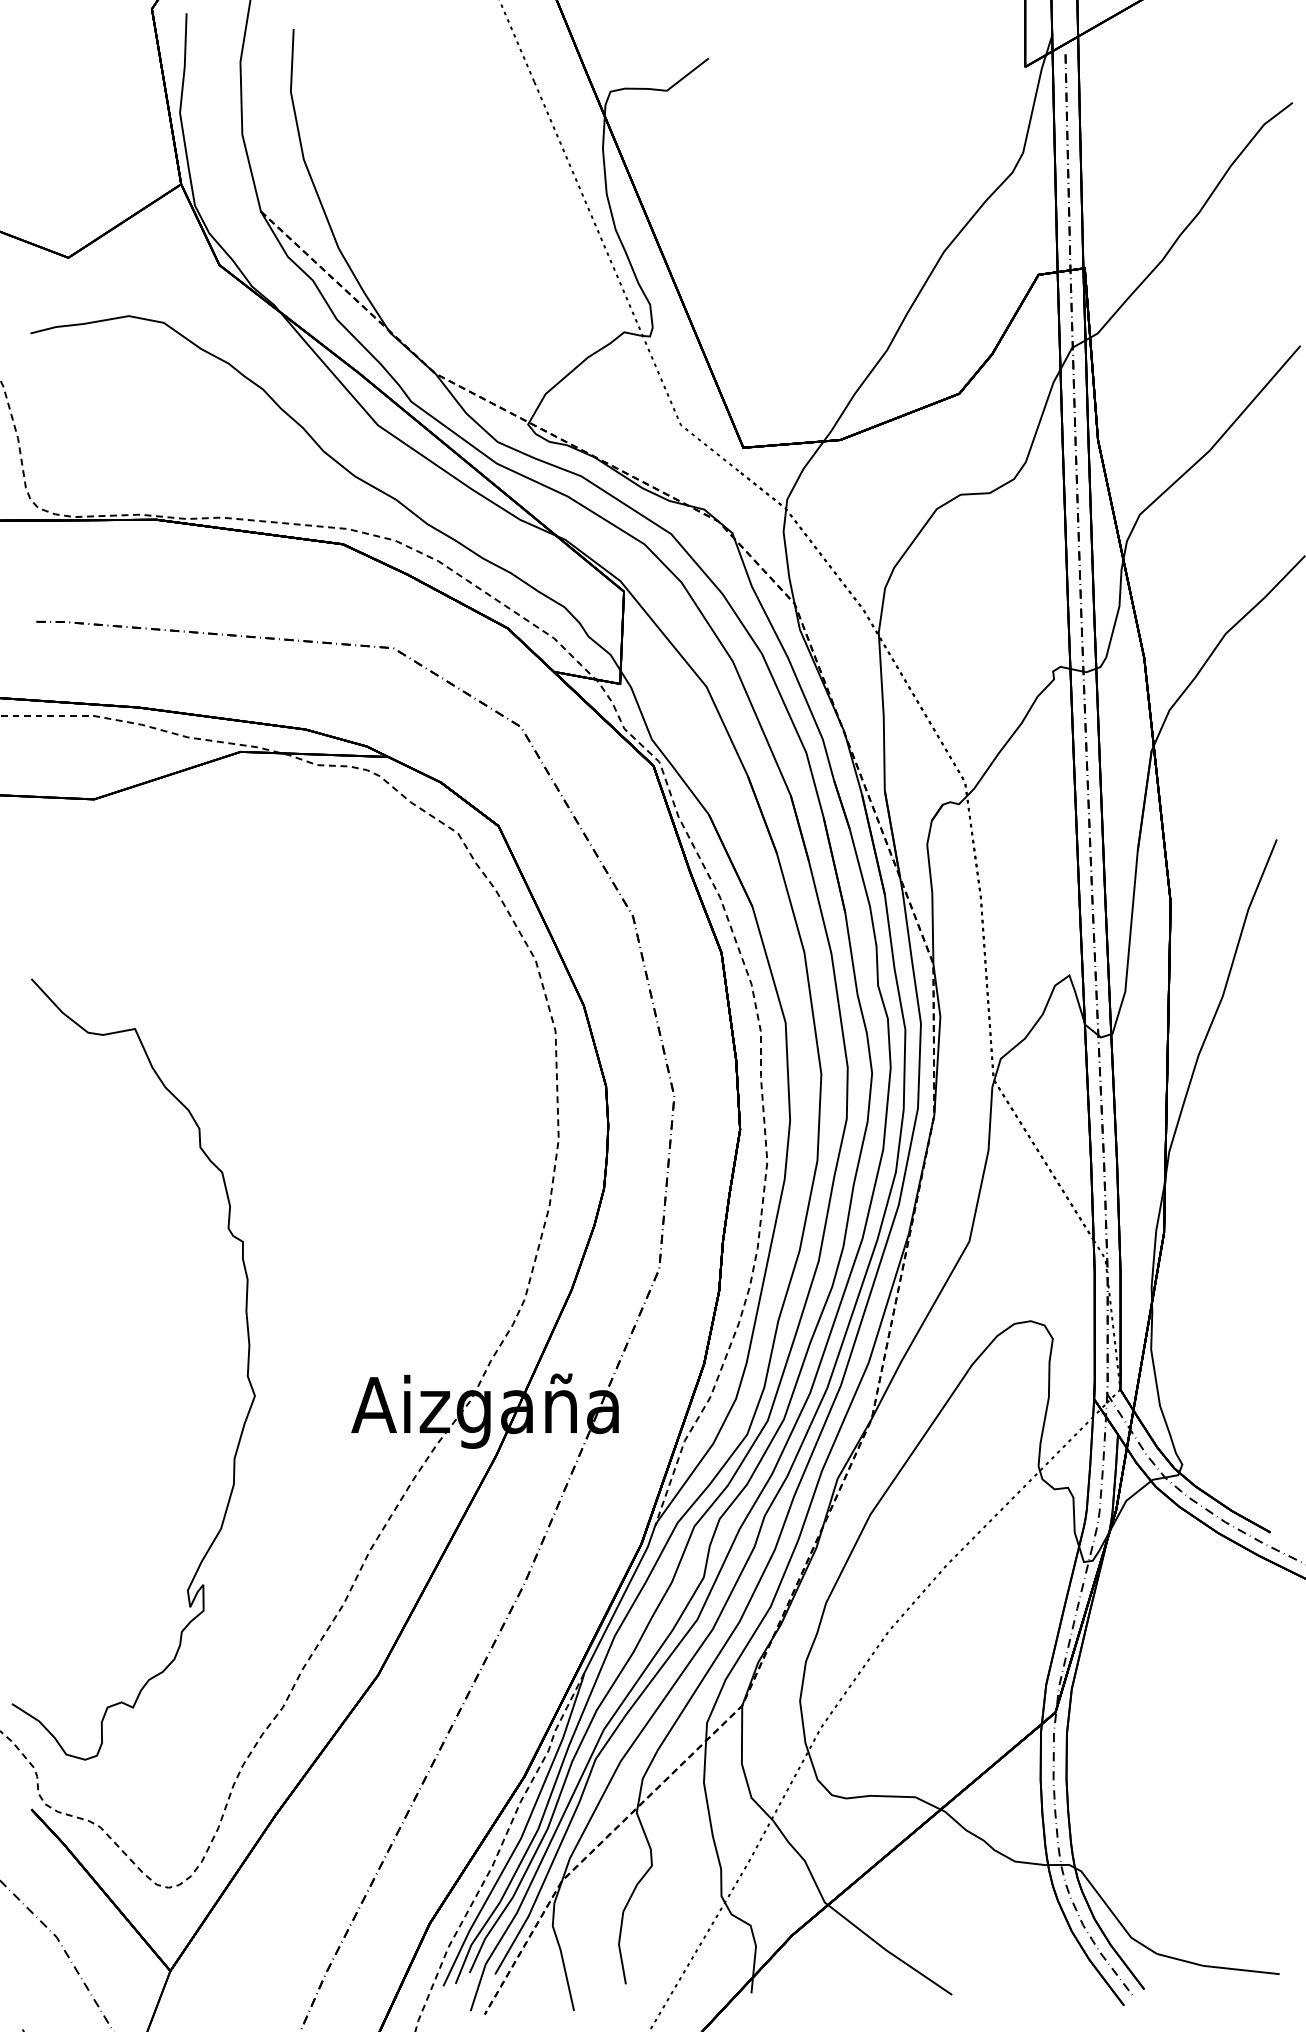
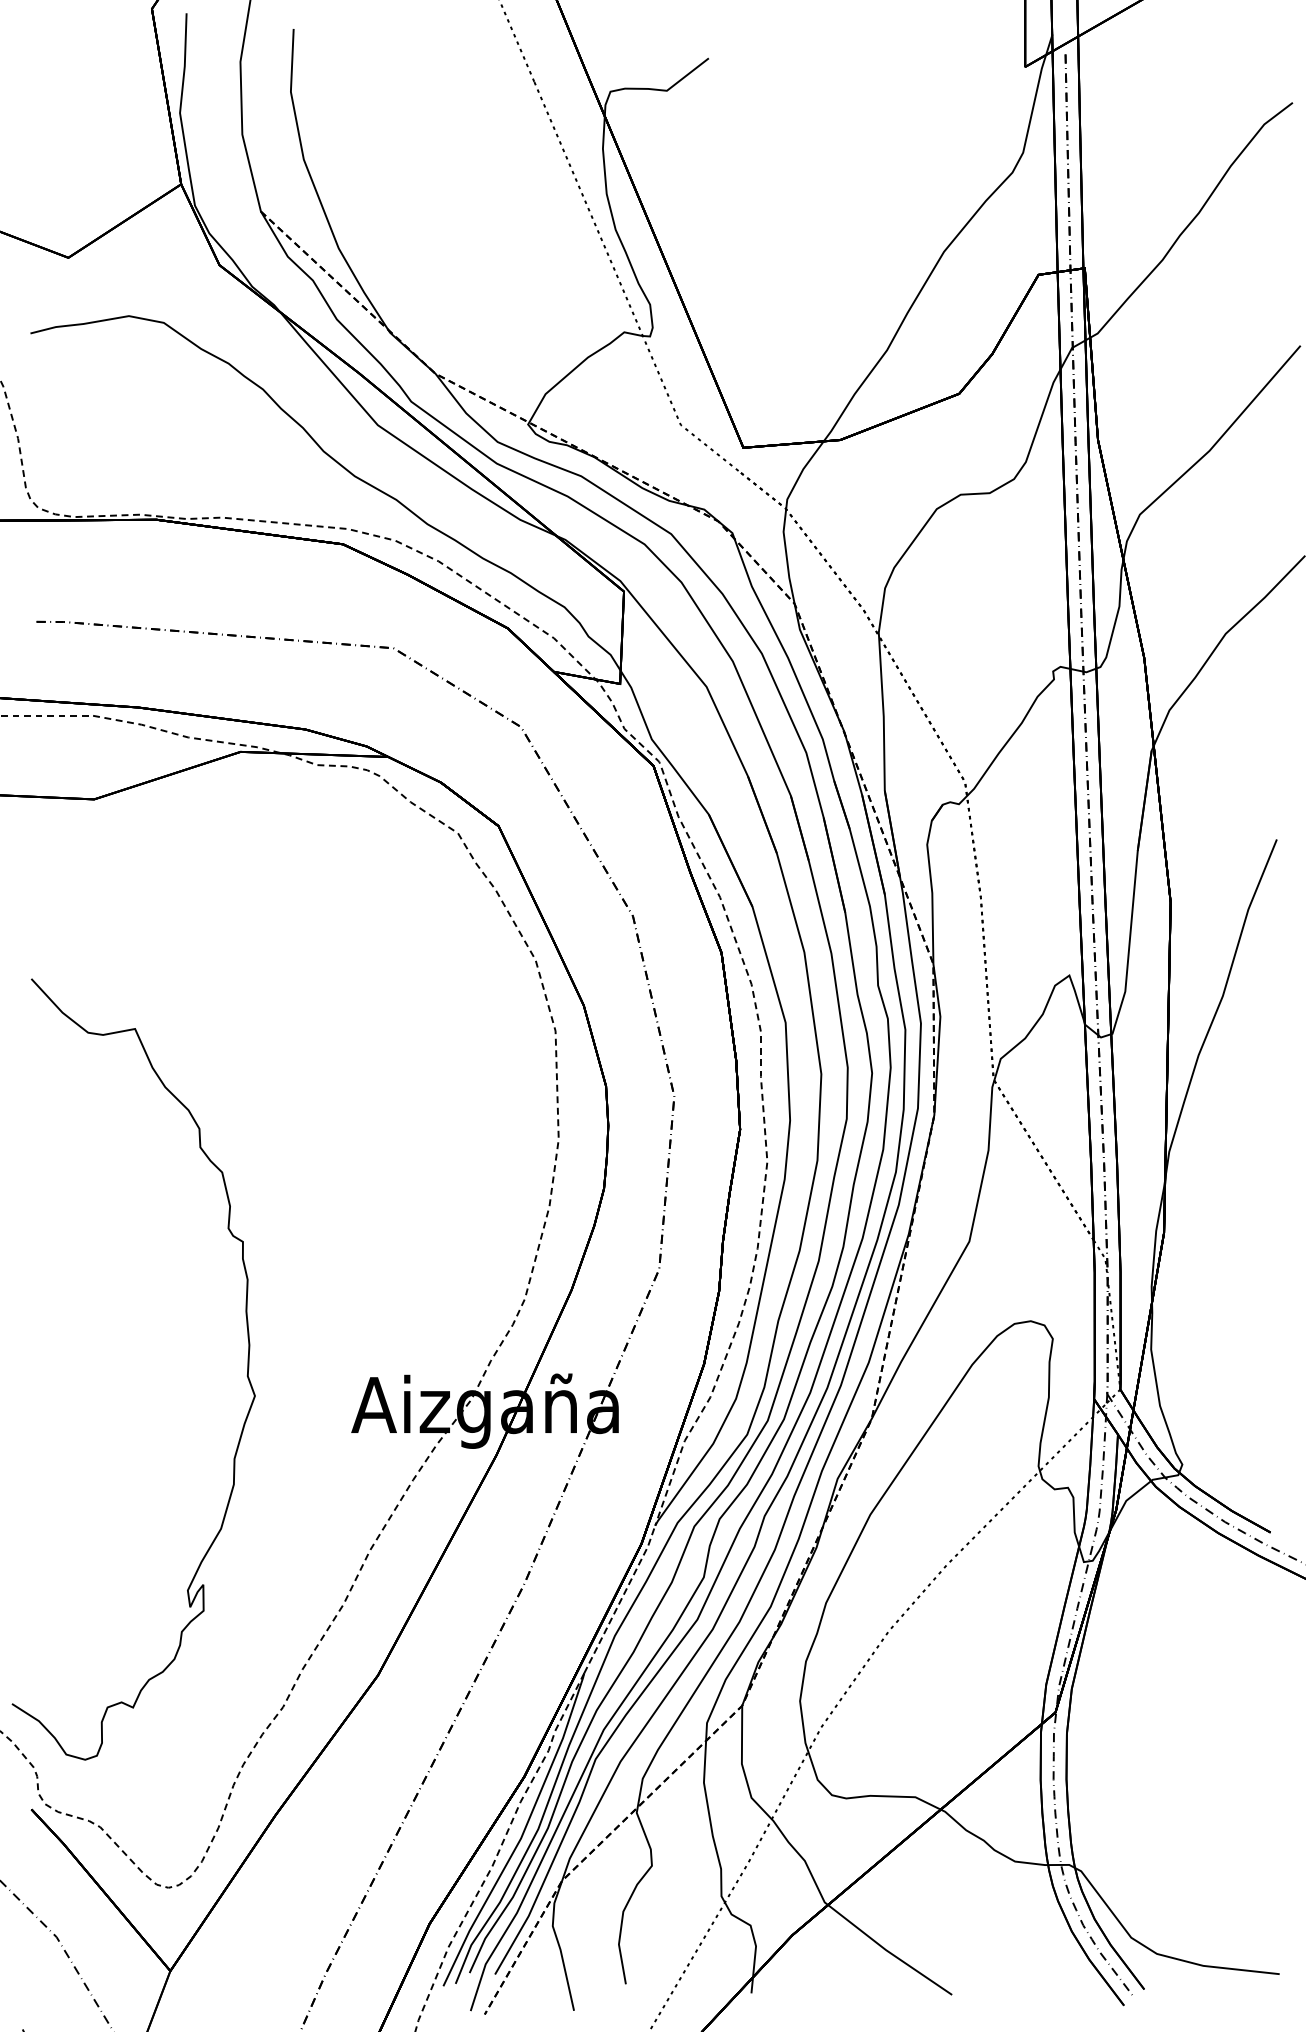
line at (621, 1598): solid -> dashed
